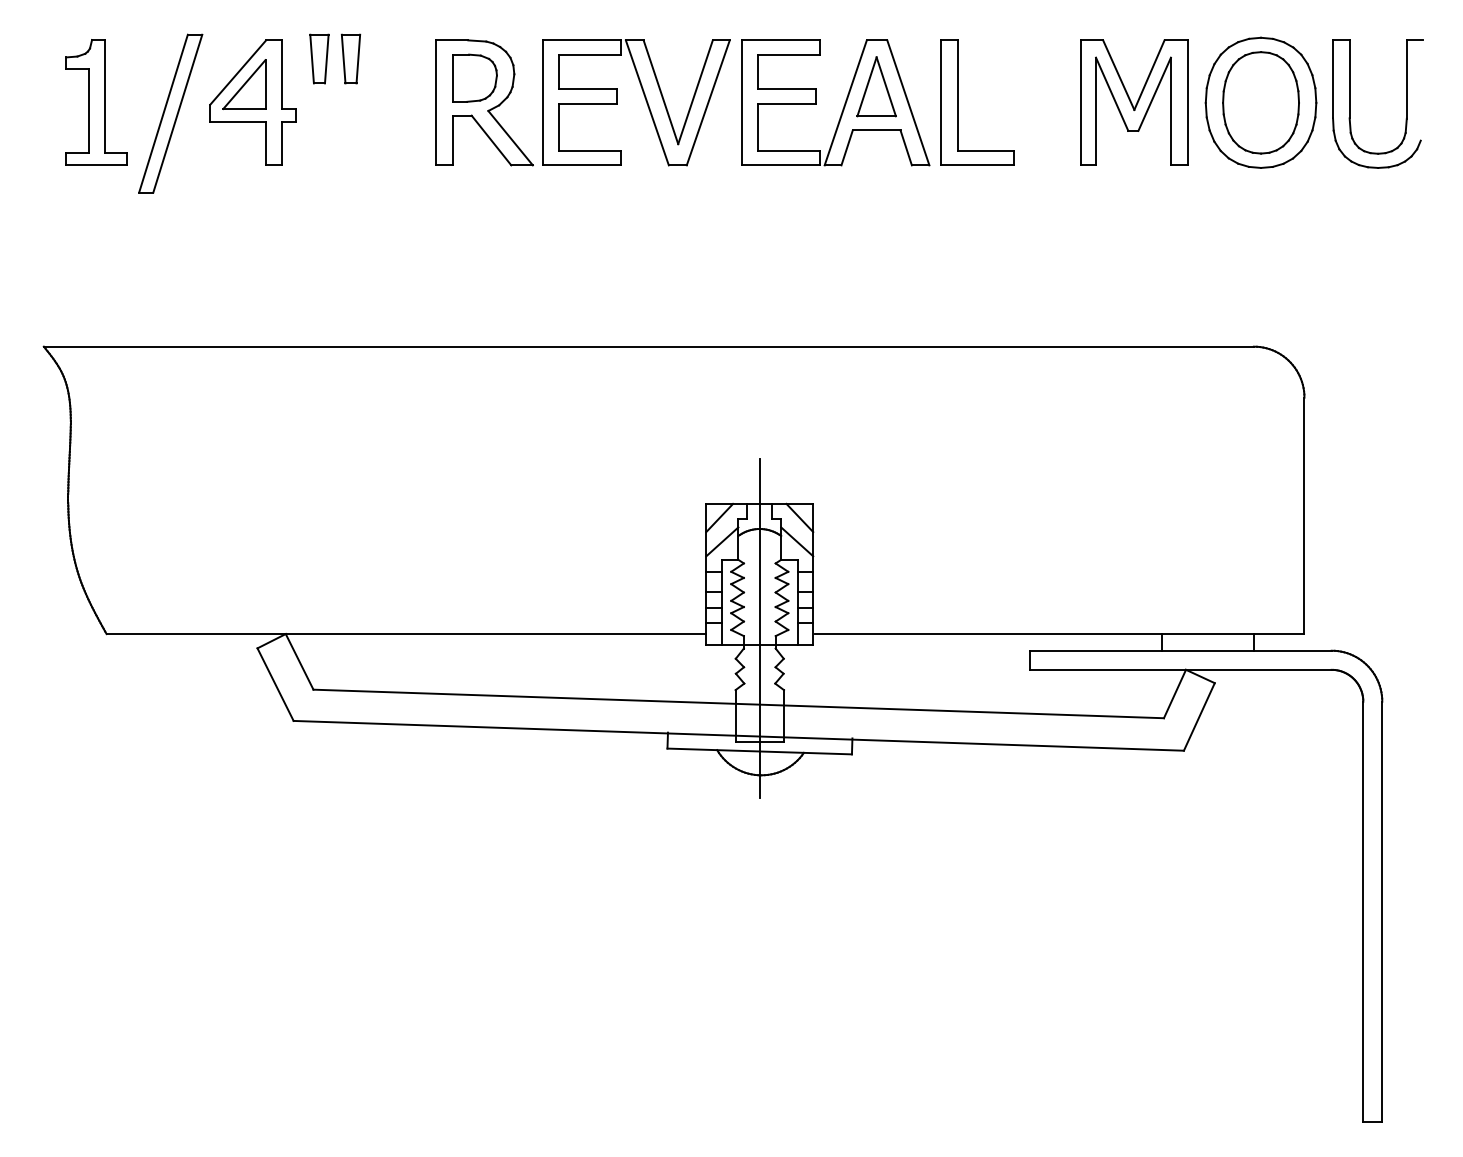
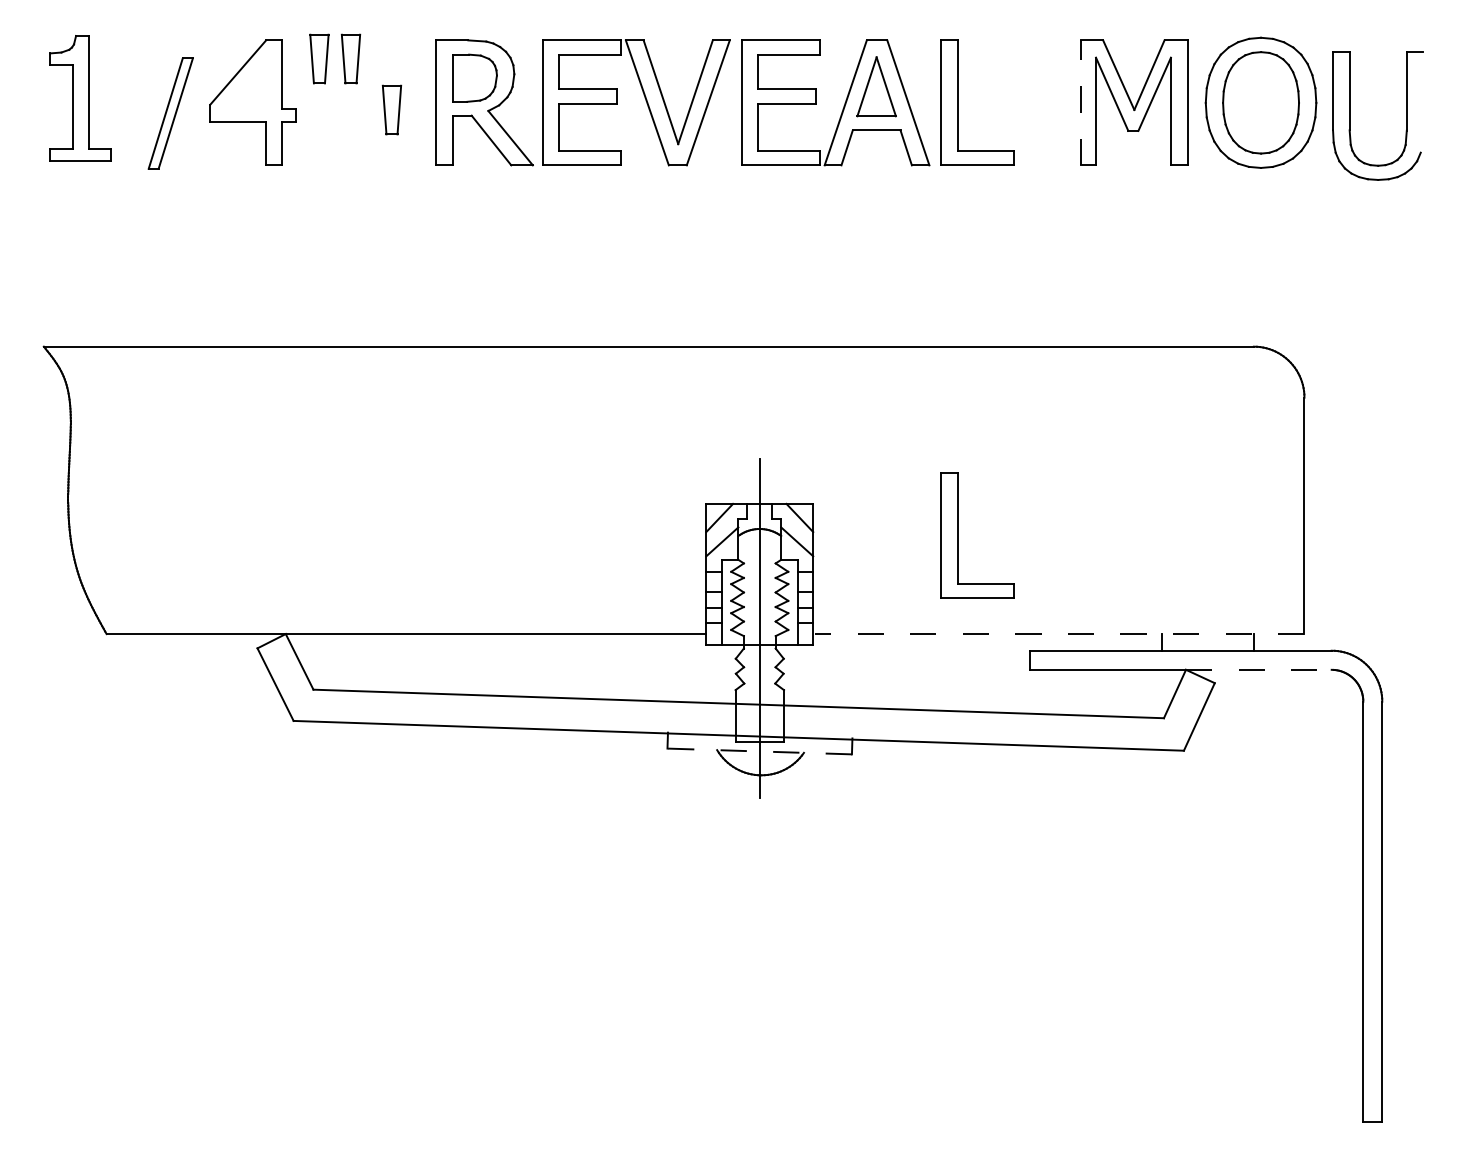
part at (244, 84): present -> none
part at (96, 102) position: (96, 102) -> (80, 98)
line at (1080, 102): solid -> dashed
part at (1350, 103) position: (1350, 103) -> (1350, 115)
part at (391, 109): none -> present
part at (170, 113) size: 66x161 px -> 47x113 px
part at (958, 535): none -> present
line at (1059, 634): solid -> dashed
line at (1258, 669): solid -> dashed
line at (759, 751): solid -> dashed
